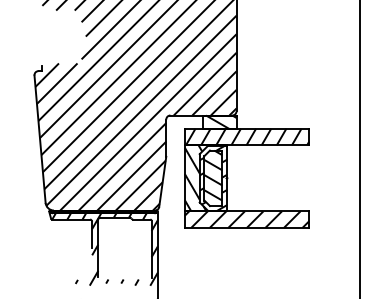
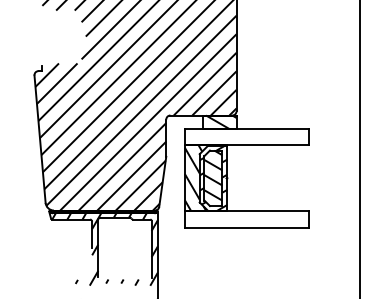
hatch at (247, 136): present -> none
hatch at (246, 219): present -> none
